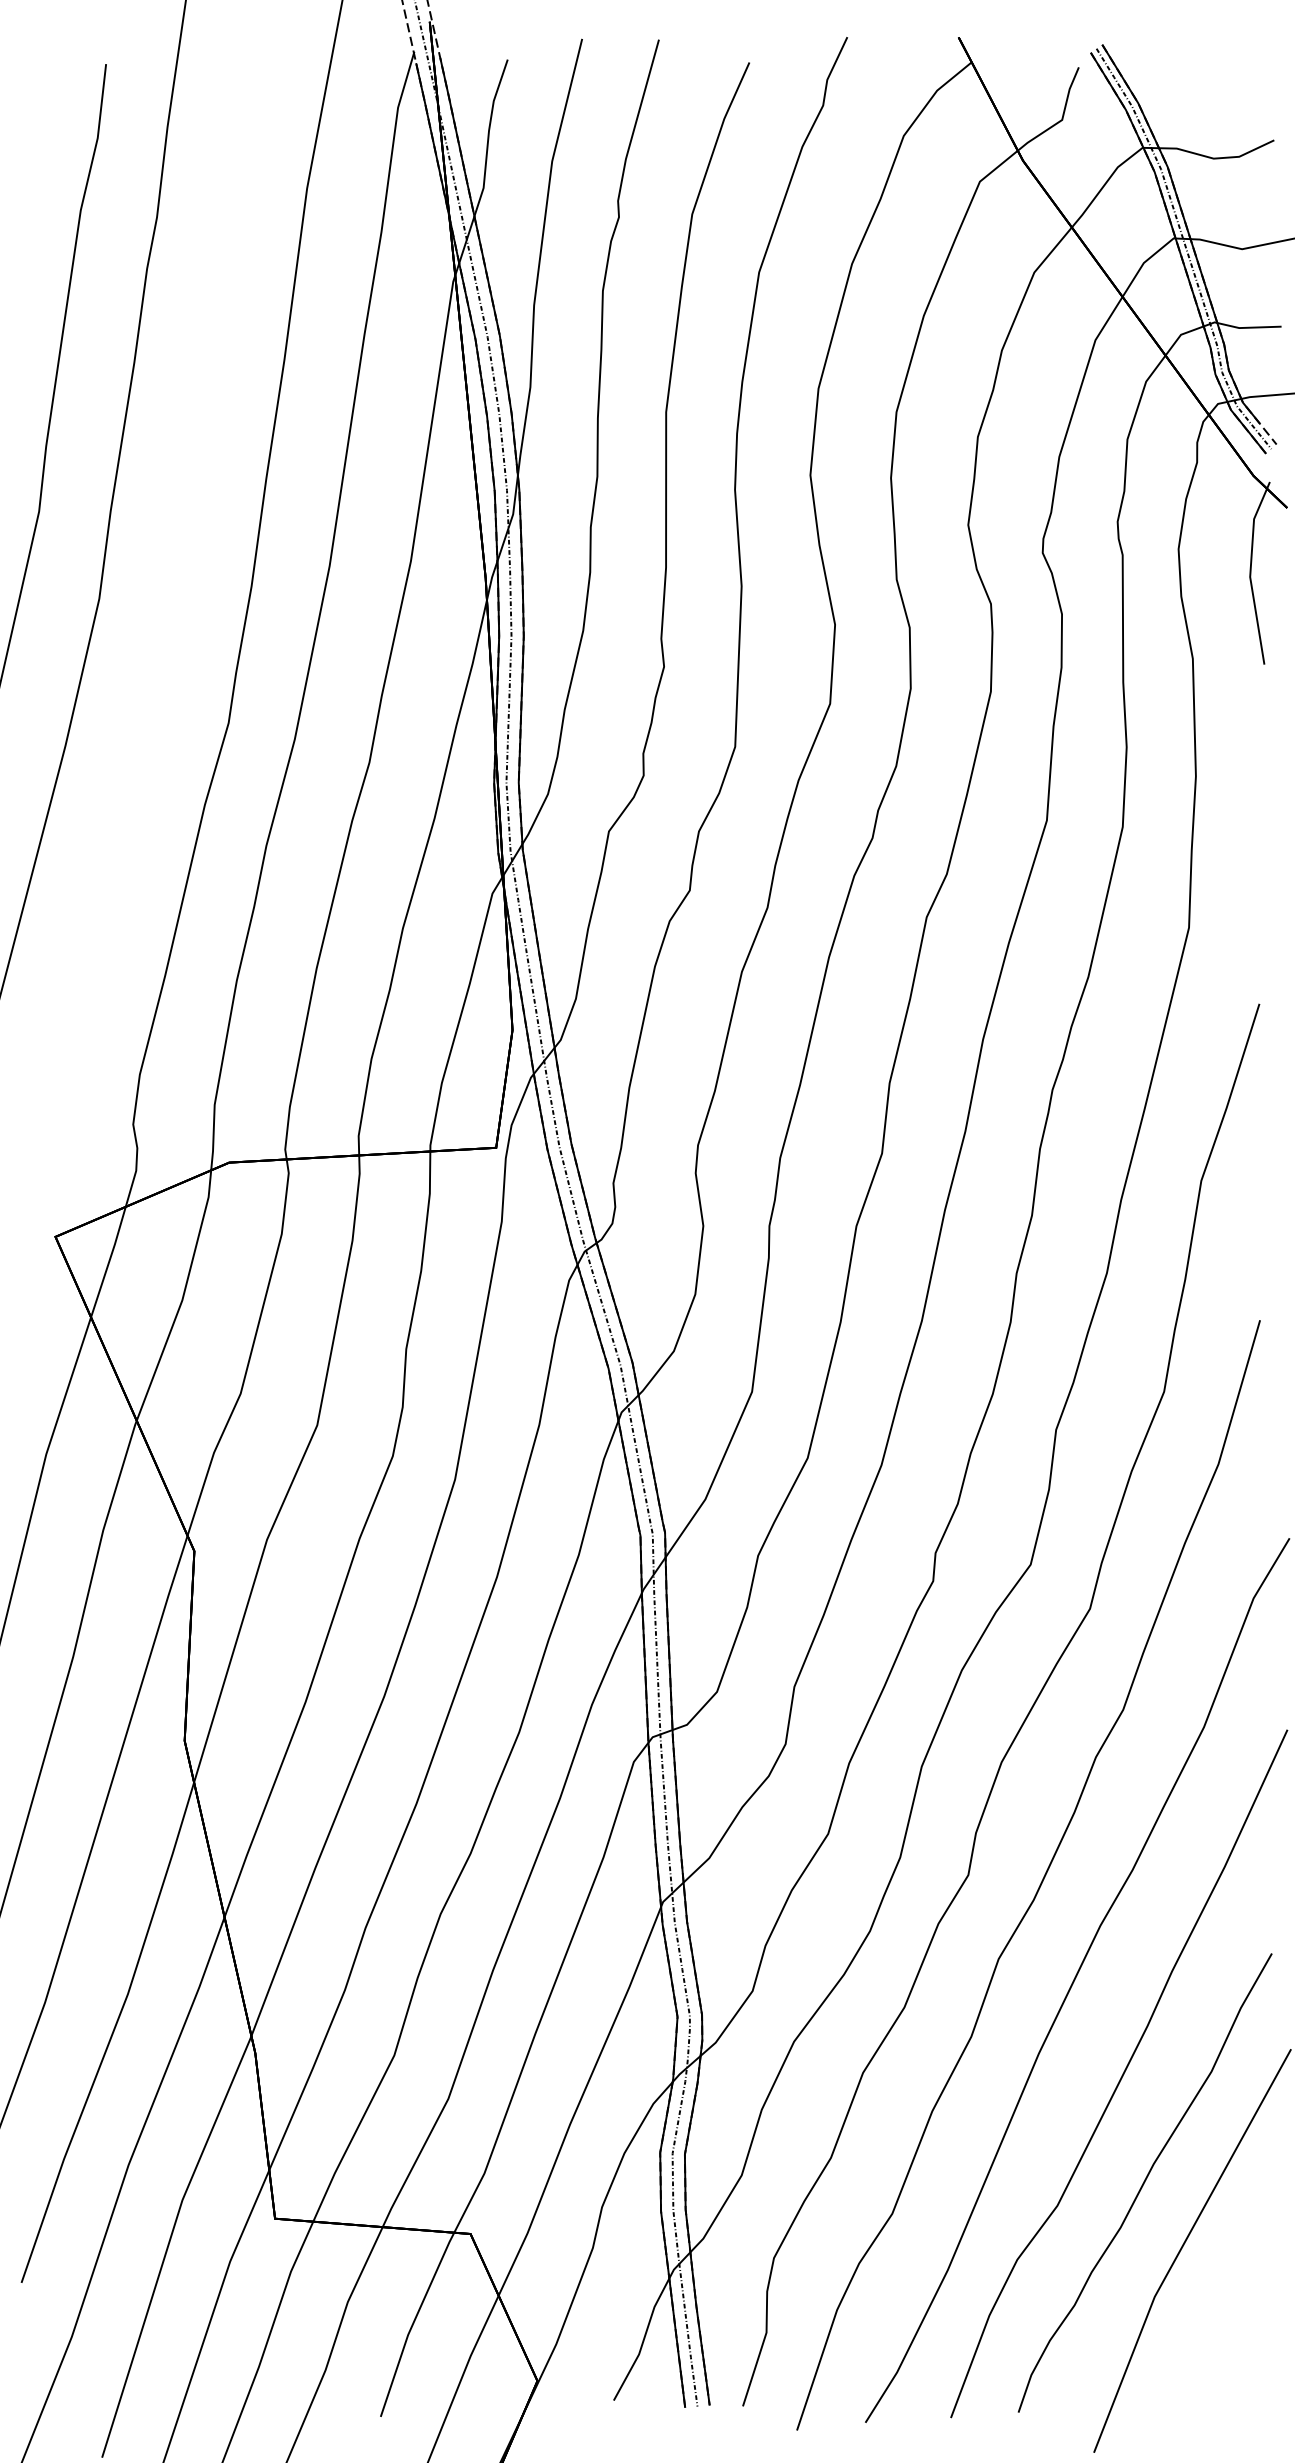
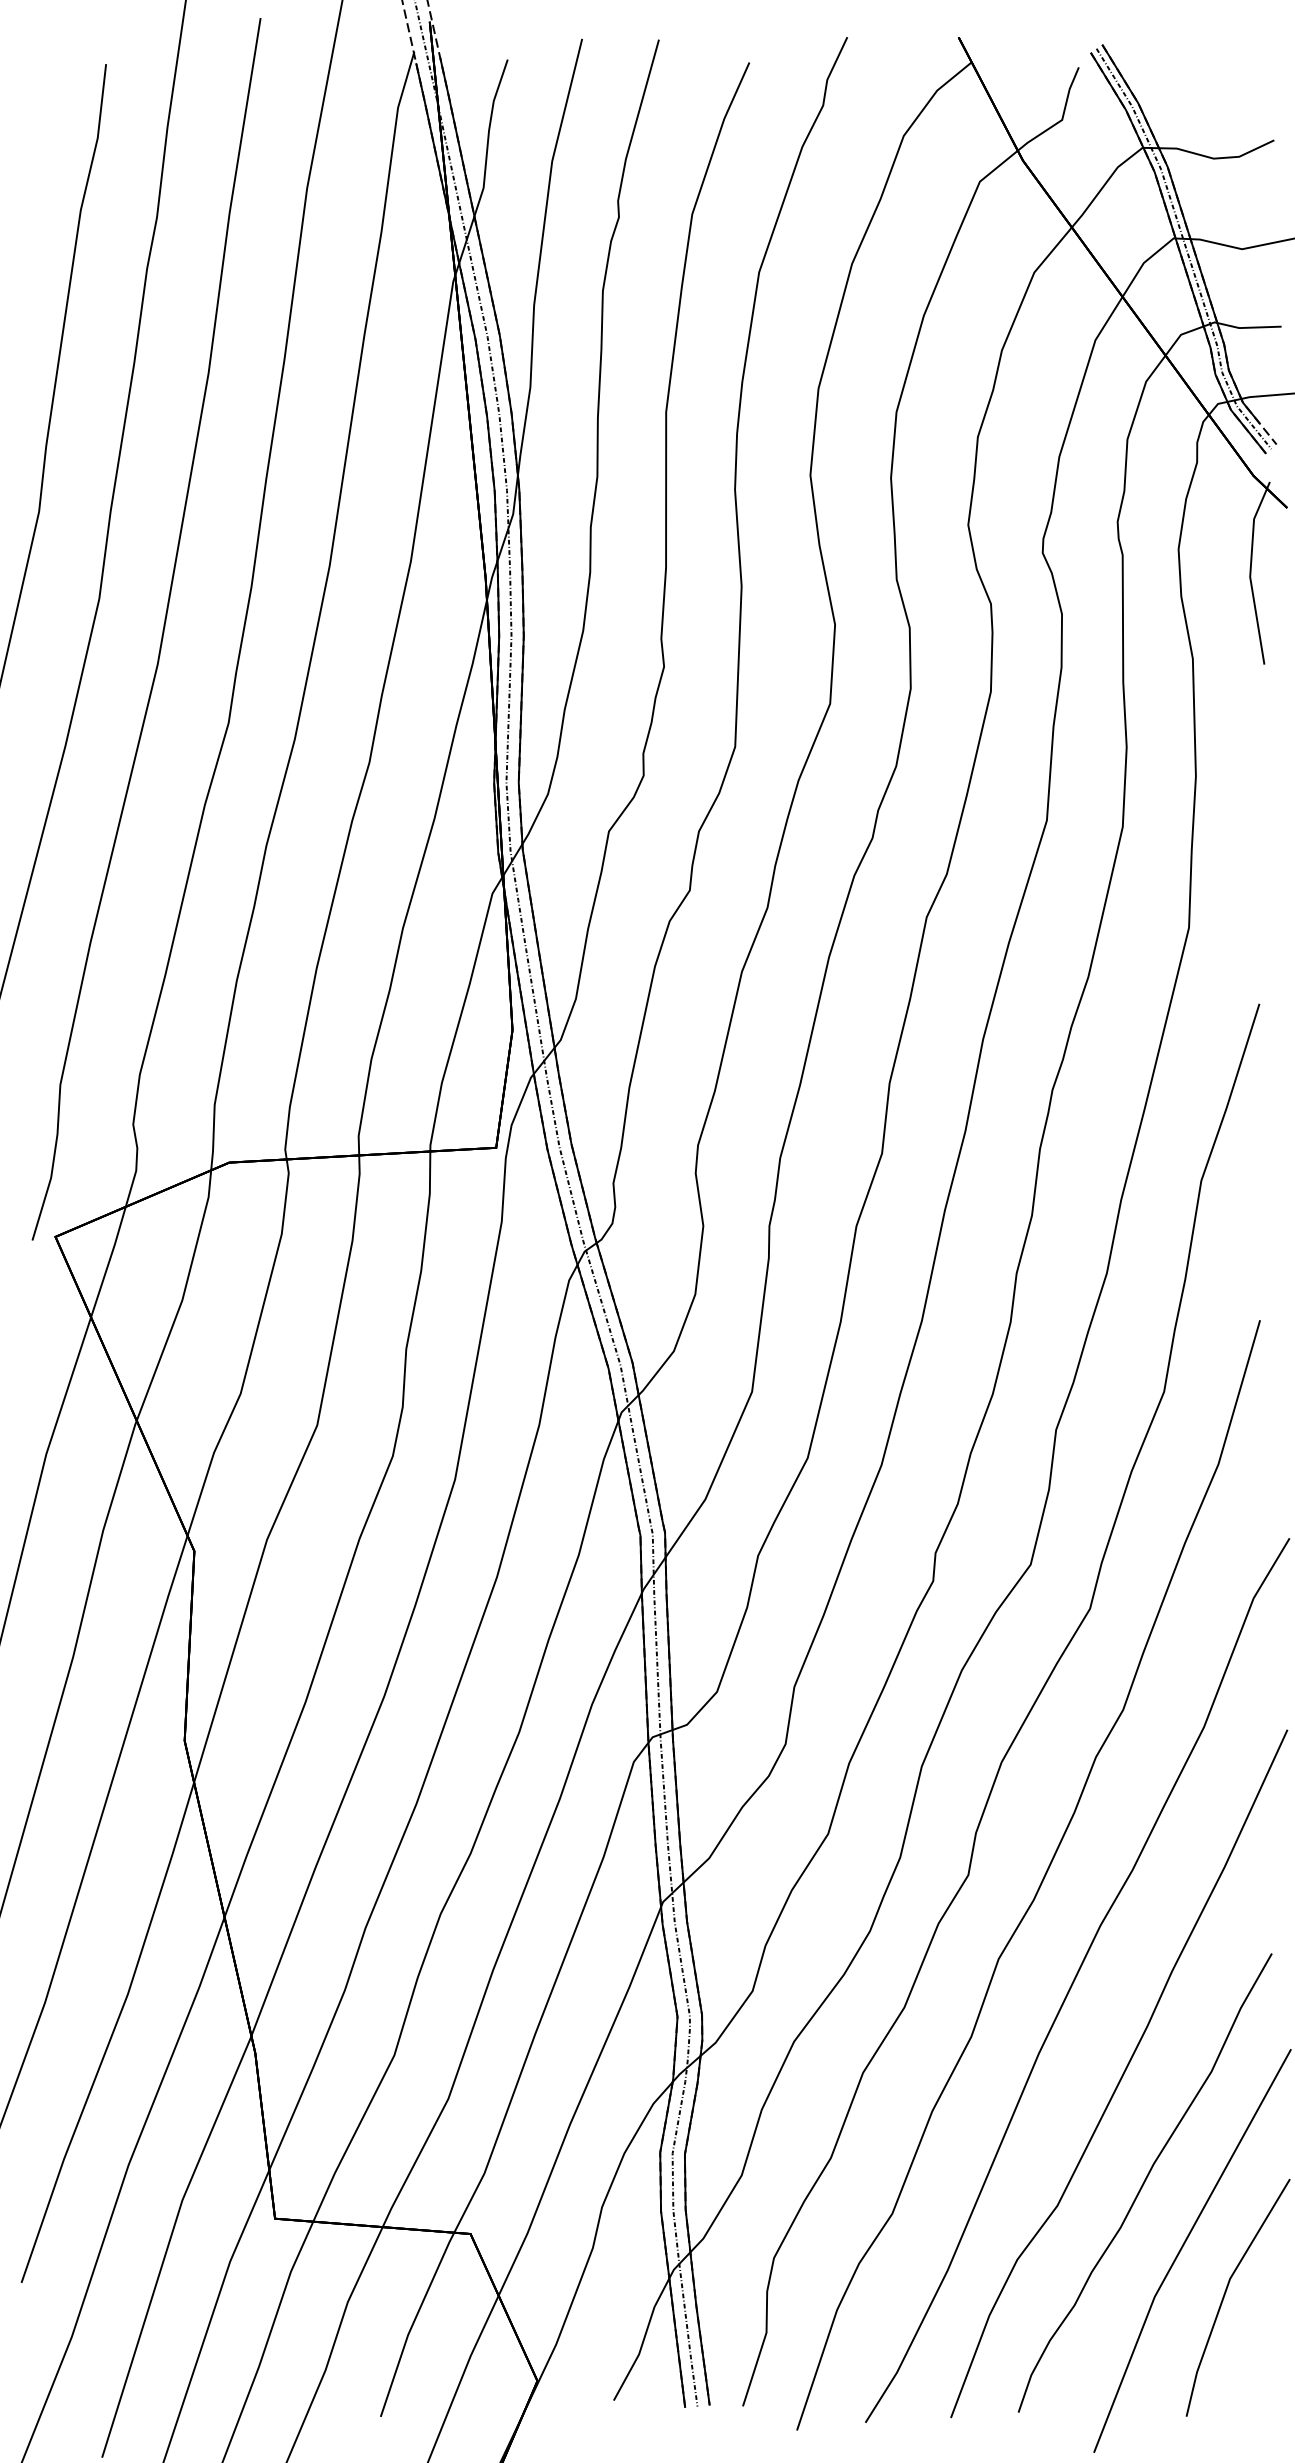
part at (162, 630): none -> present
line at (1226, 2292): none -> present
